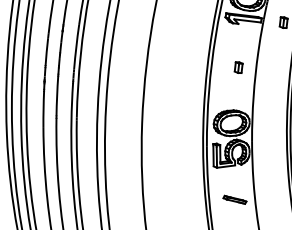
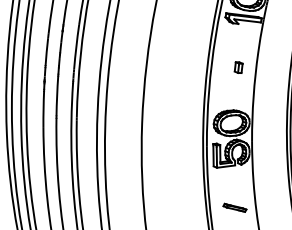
part at (283, 22): present -> none
part at (234, 199) position: (234, 199) -> (234, 207)
